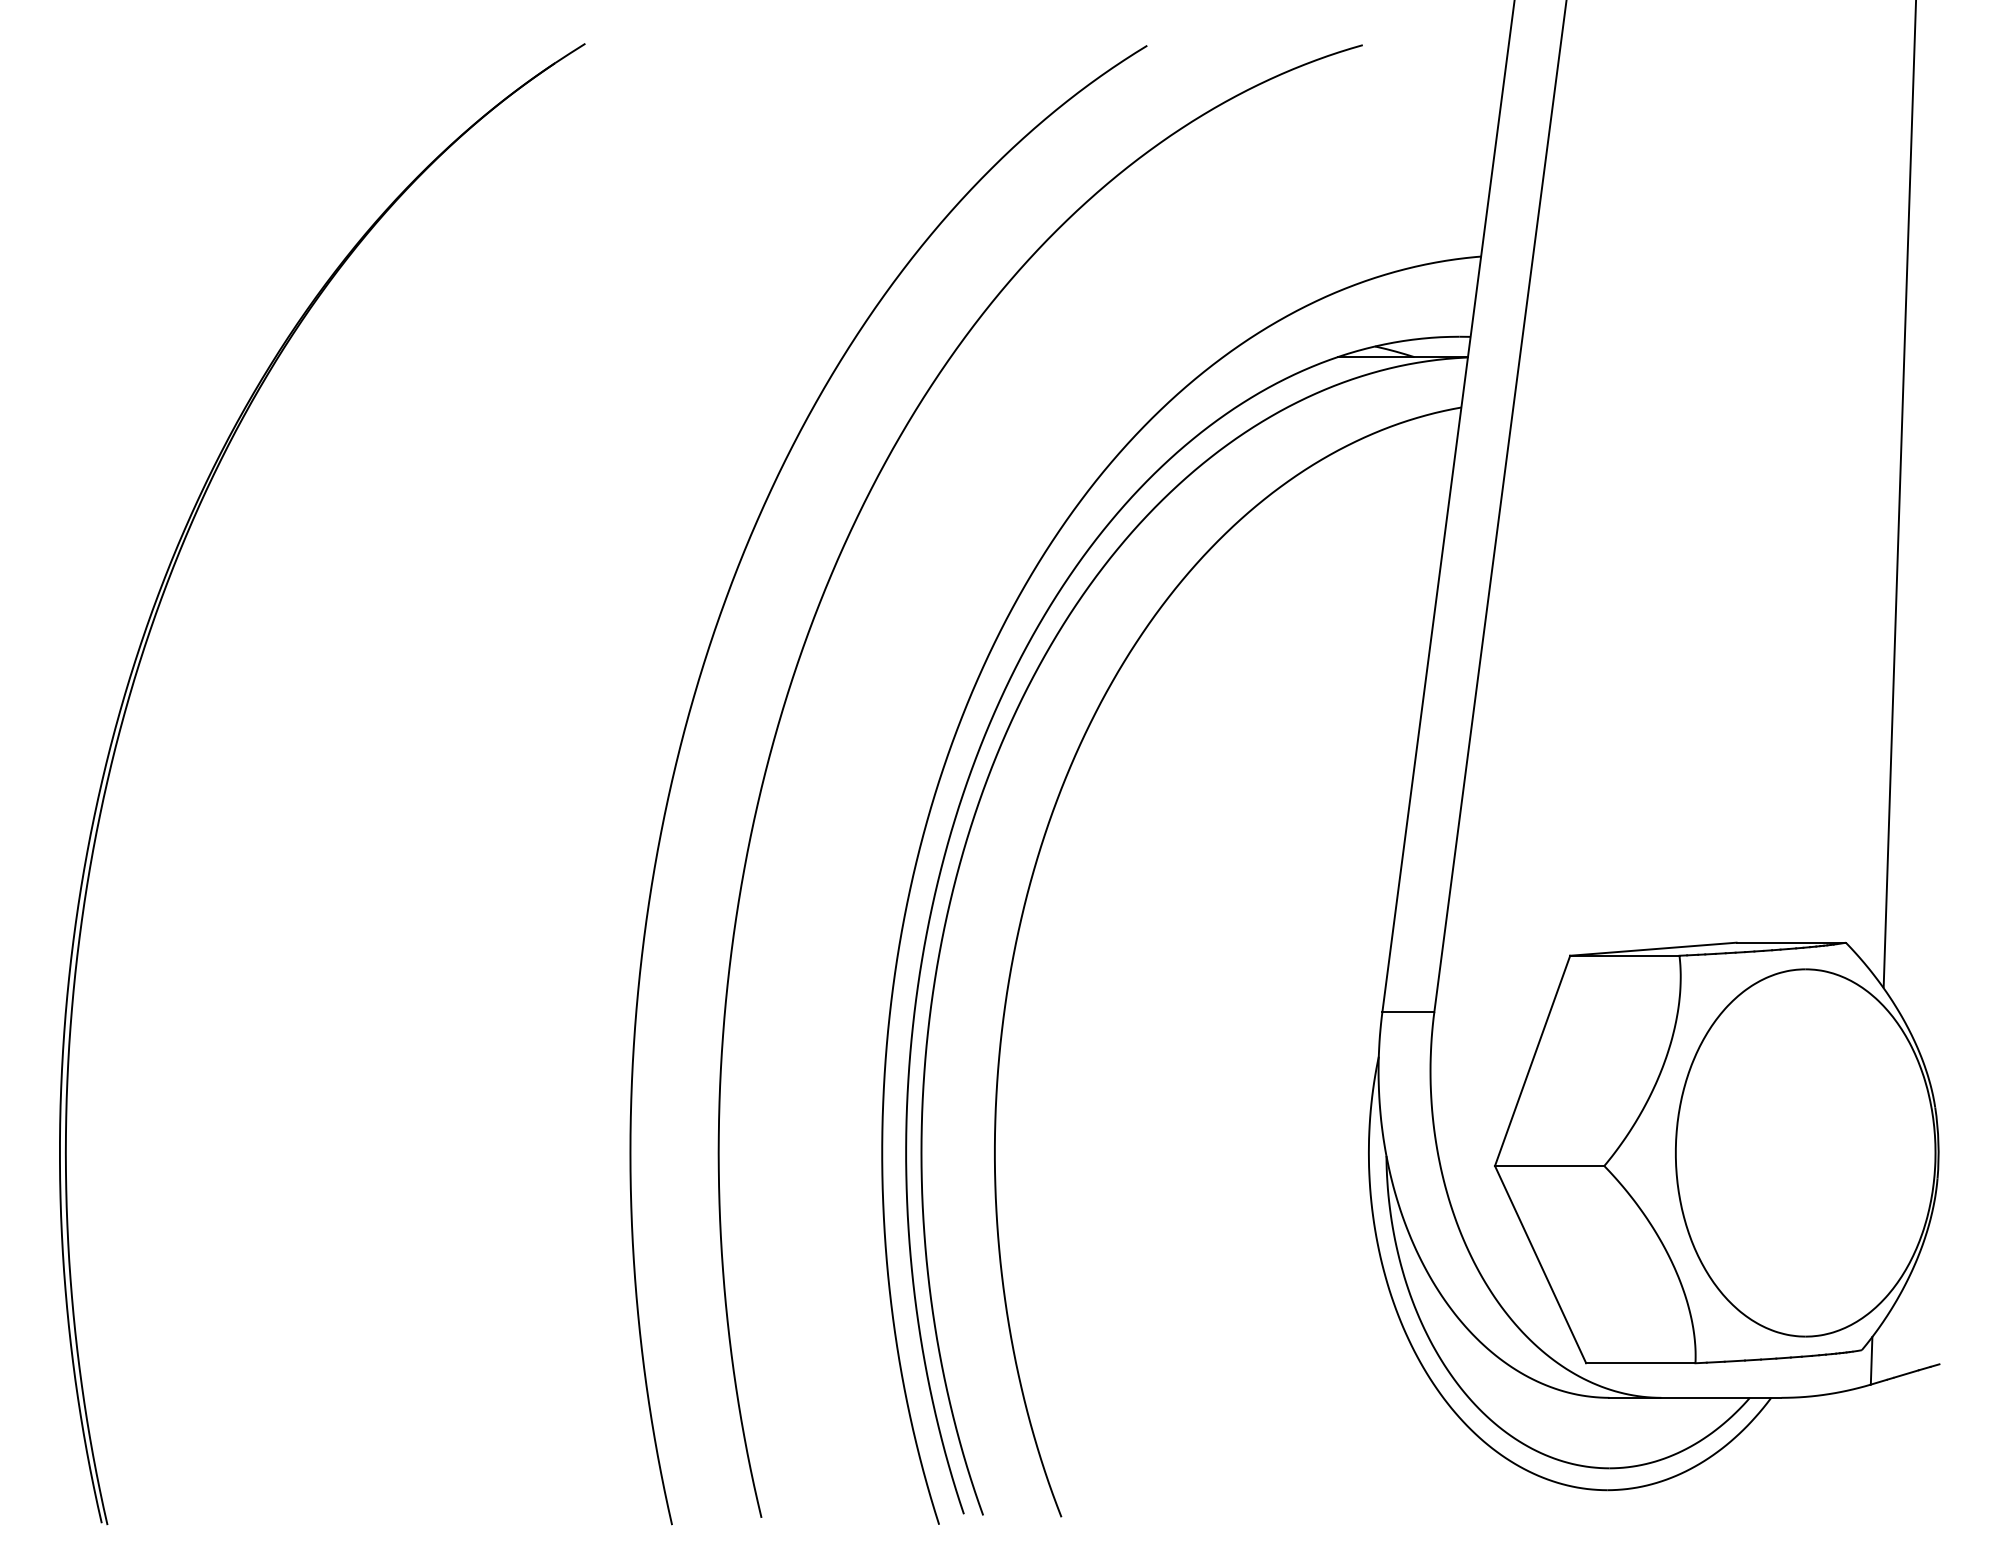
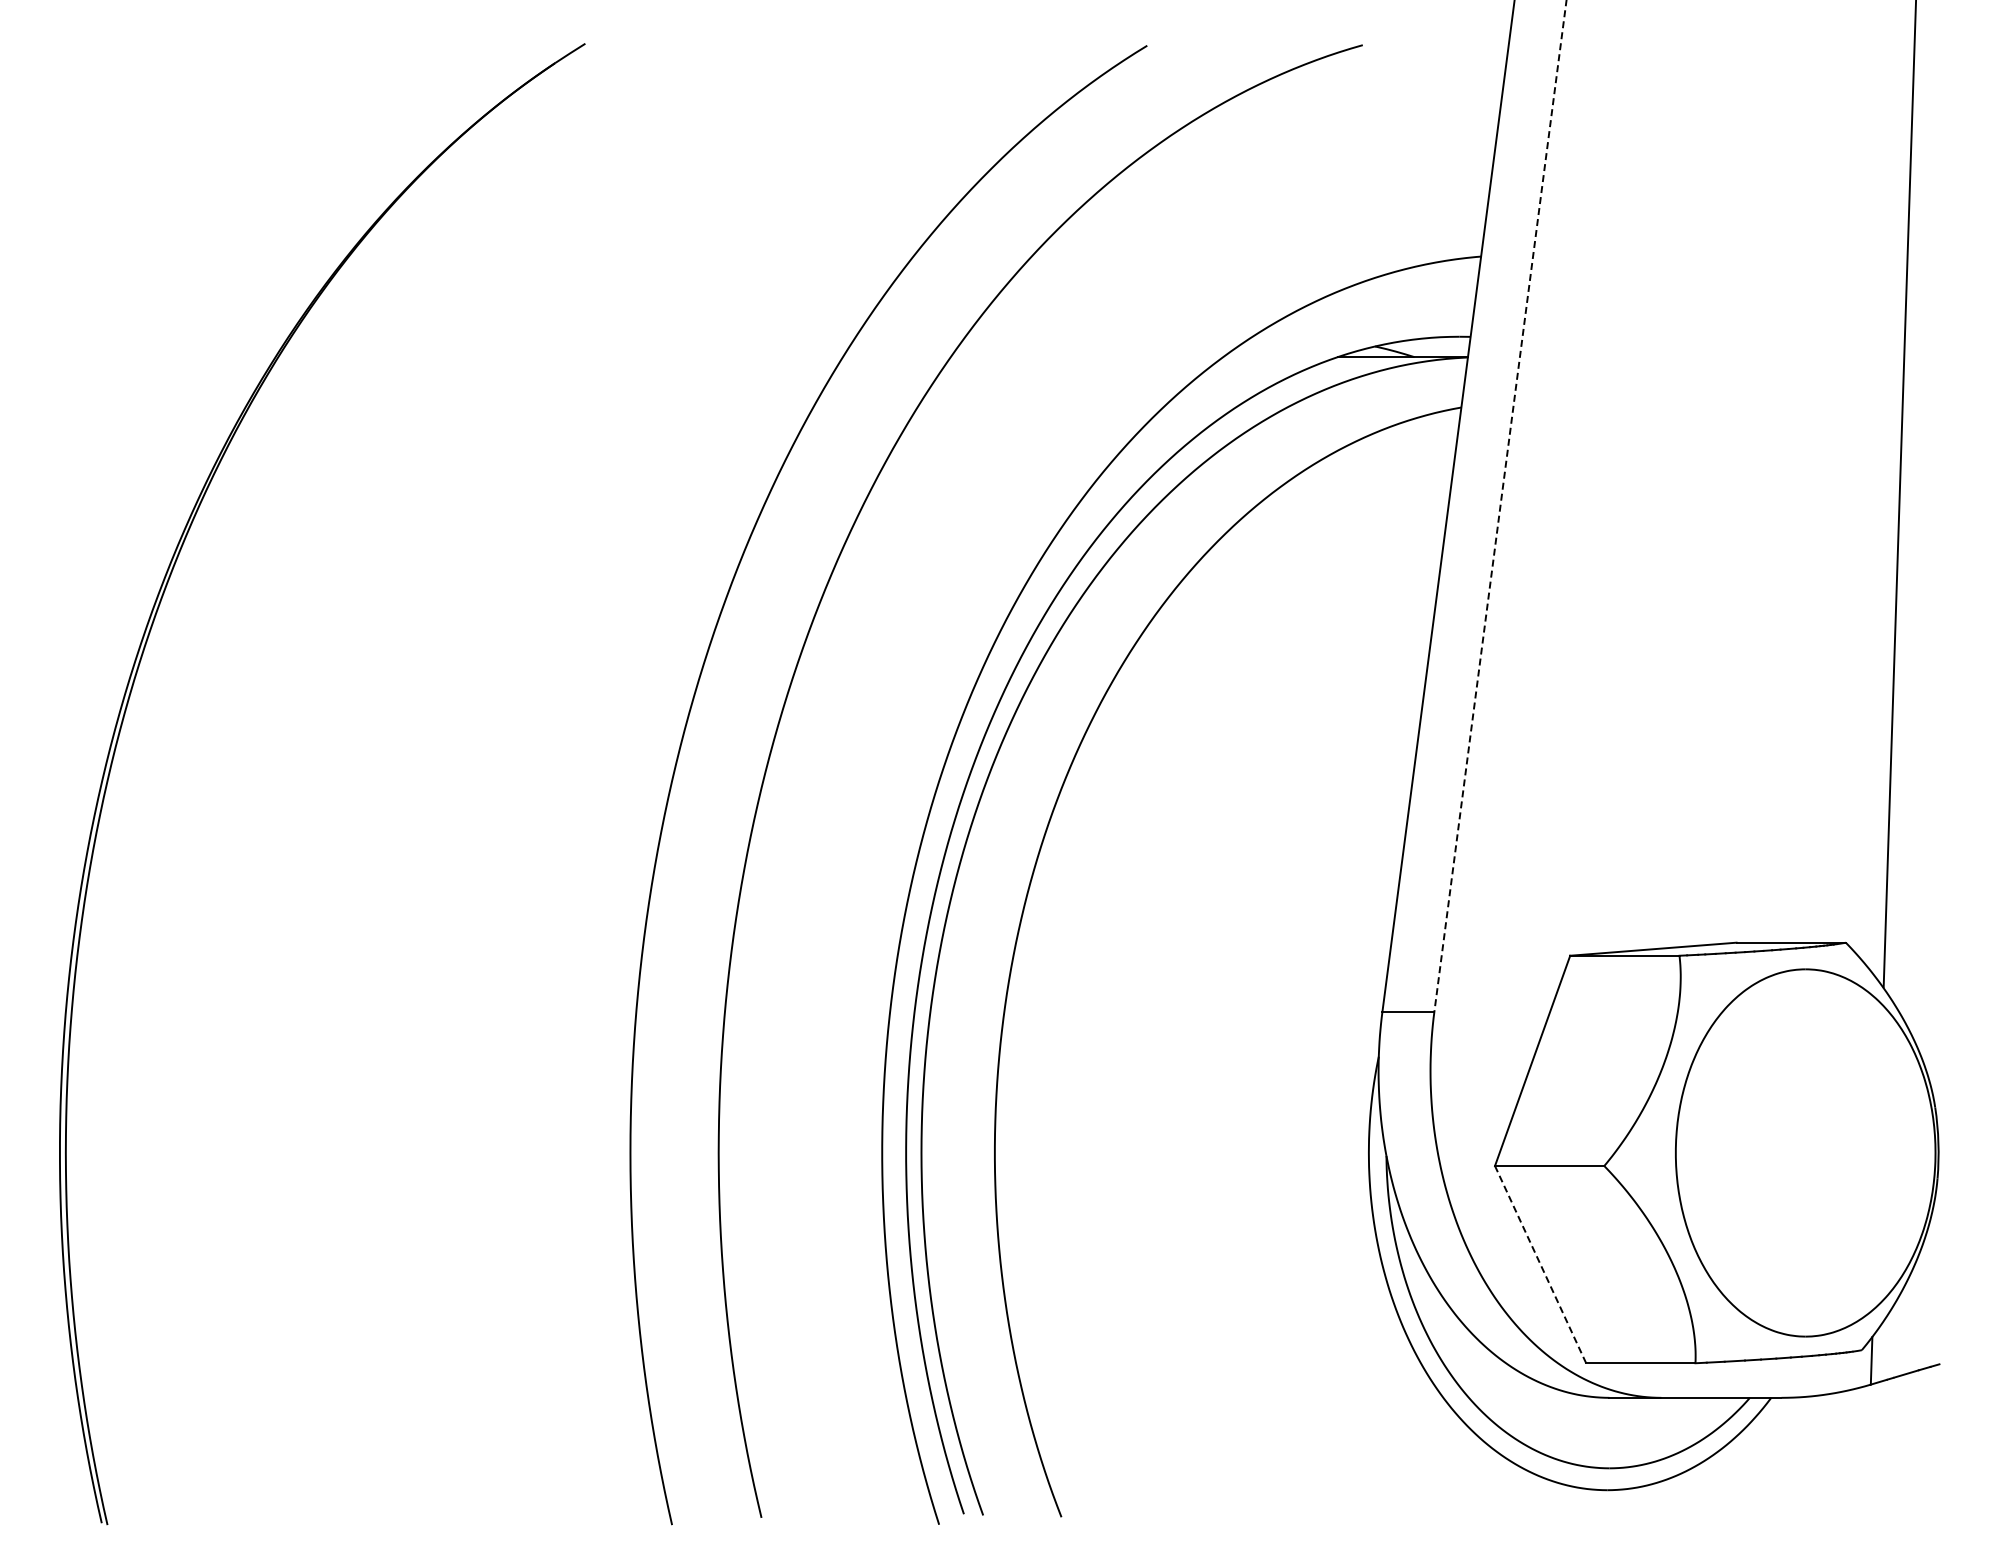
line at (1500, 506): solid -> dashed
line at (1540, 1264): solid -> dashed
